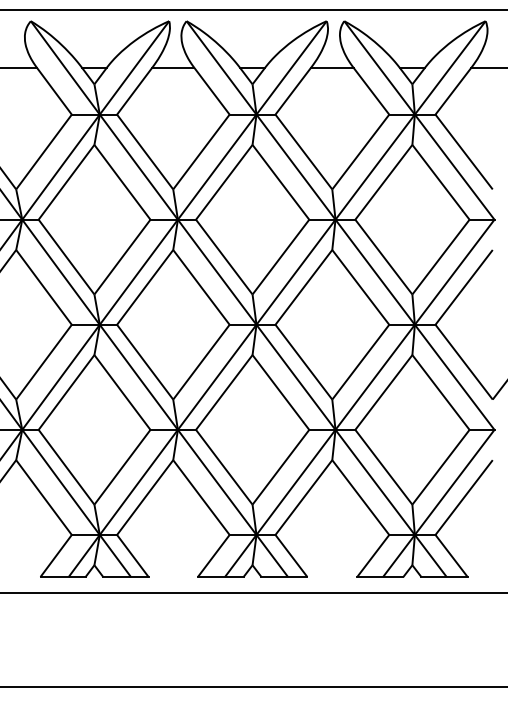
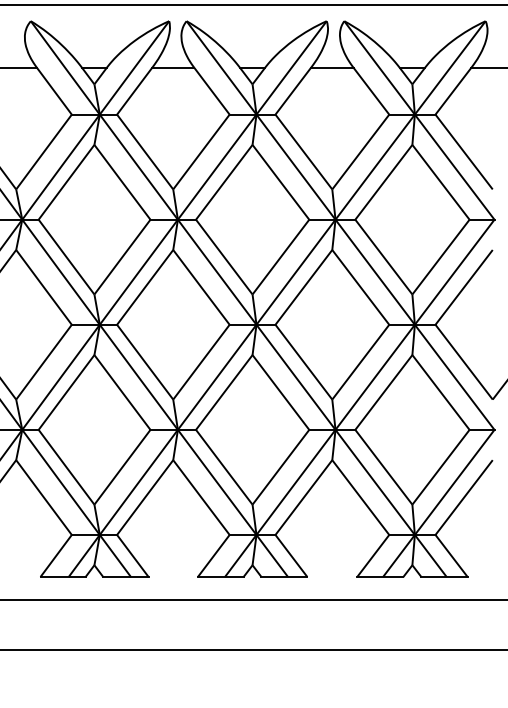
line at (253, 9) position: (253, 9) -> (253, 4)
line at (253, 593) position: (253, 593) -> (253, 600)
line at (253, 686) position: (253, 686) -> (253, 649)
